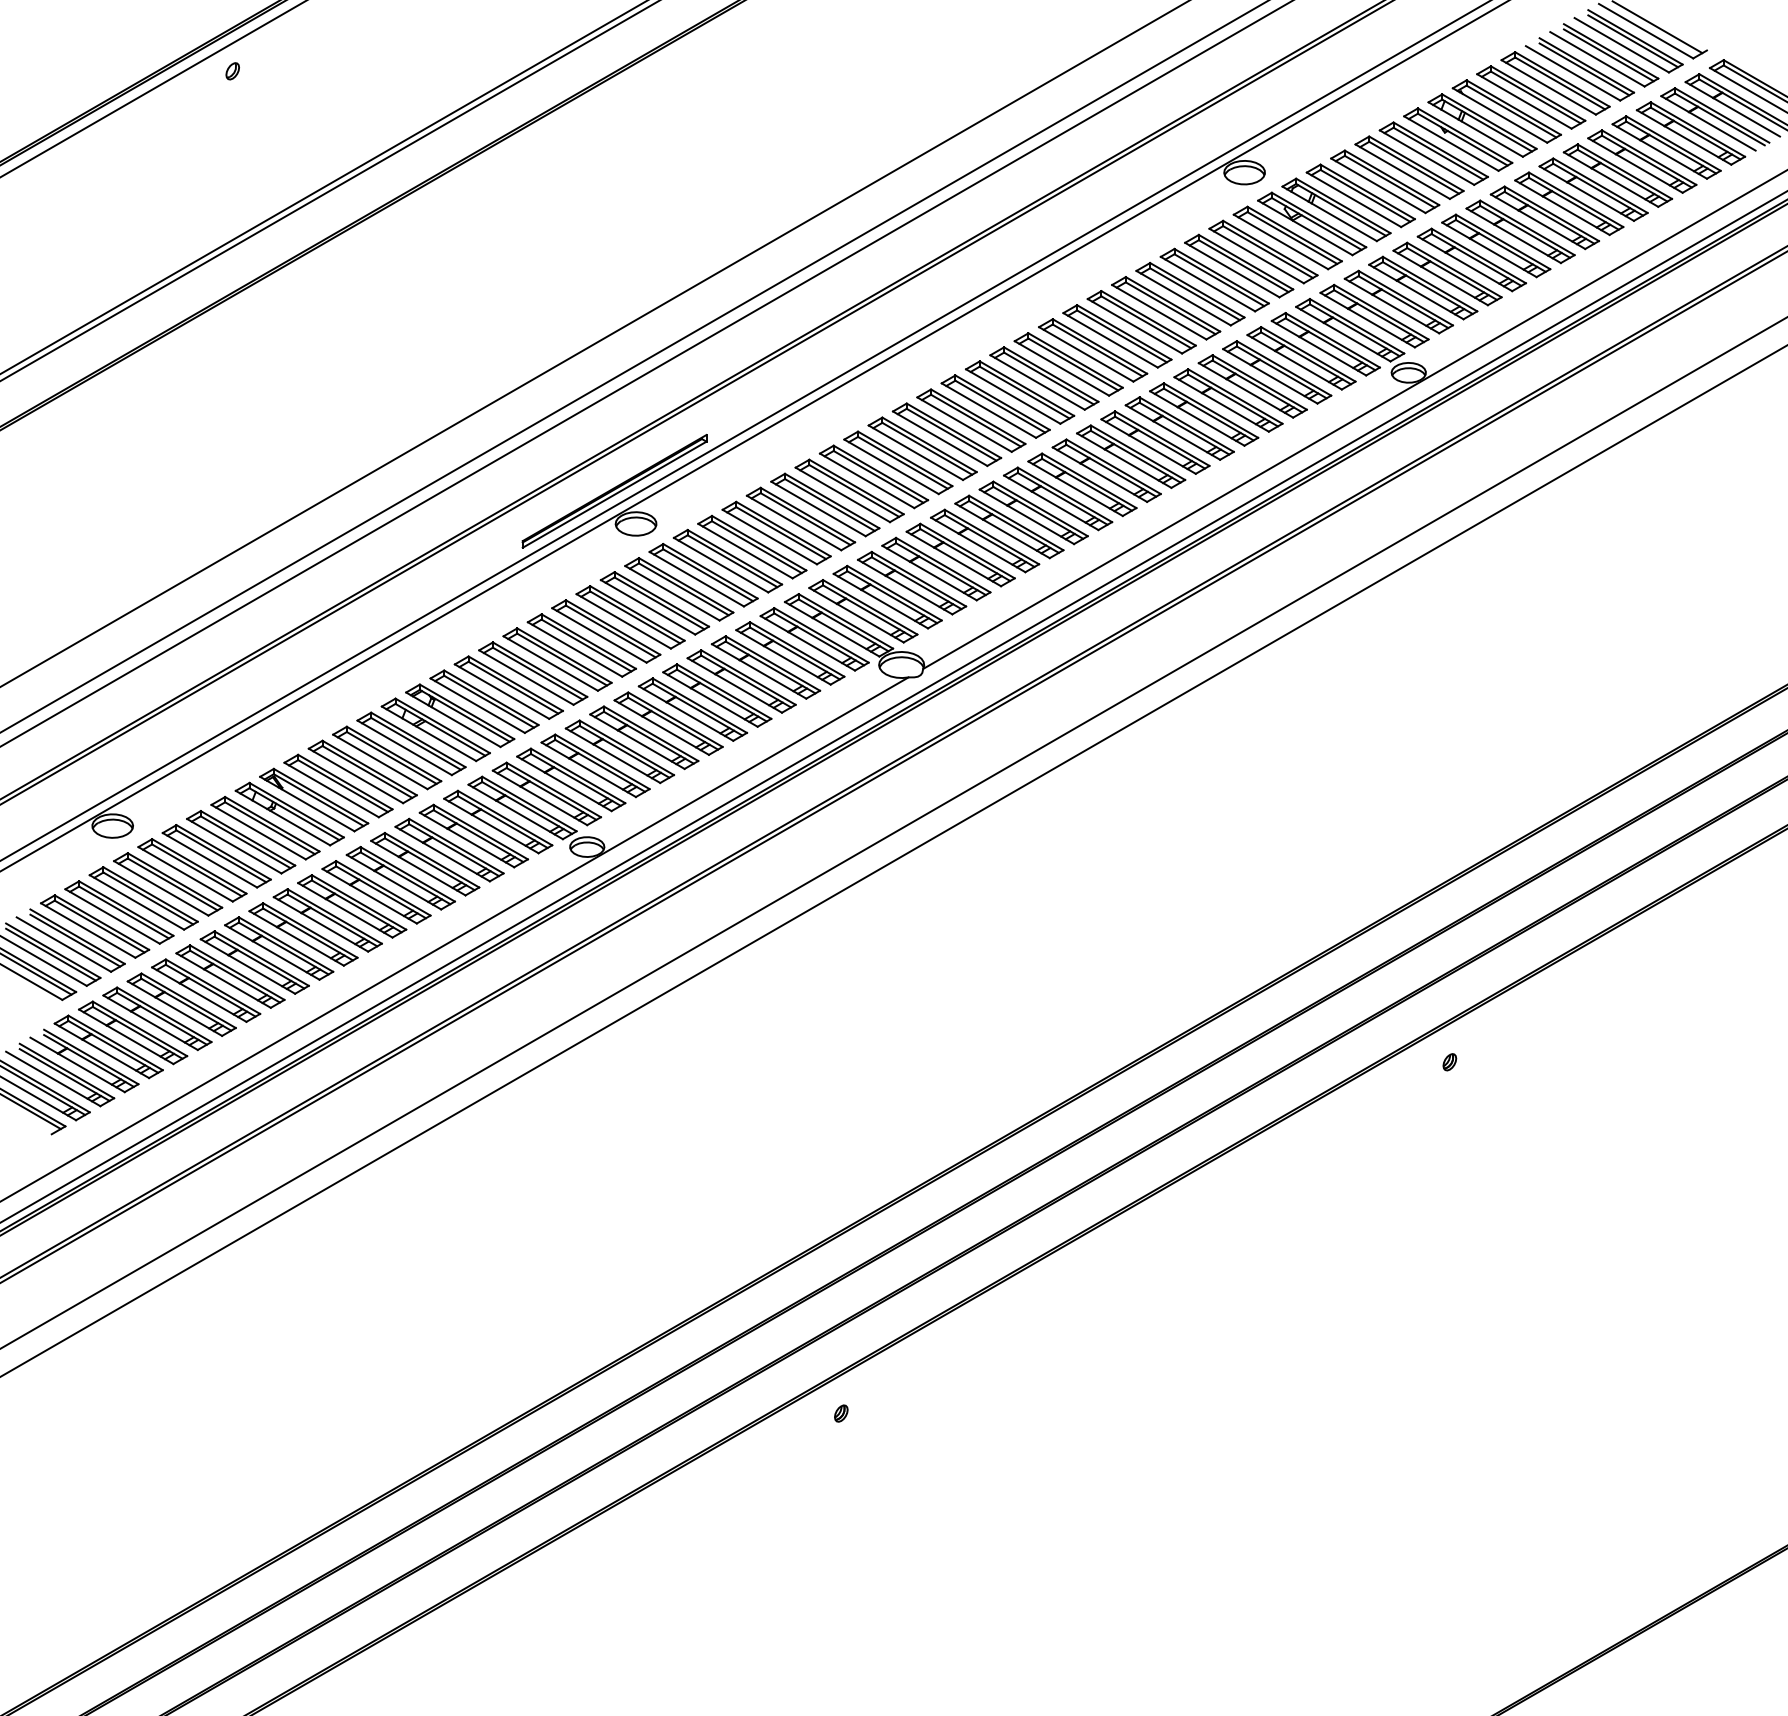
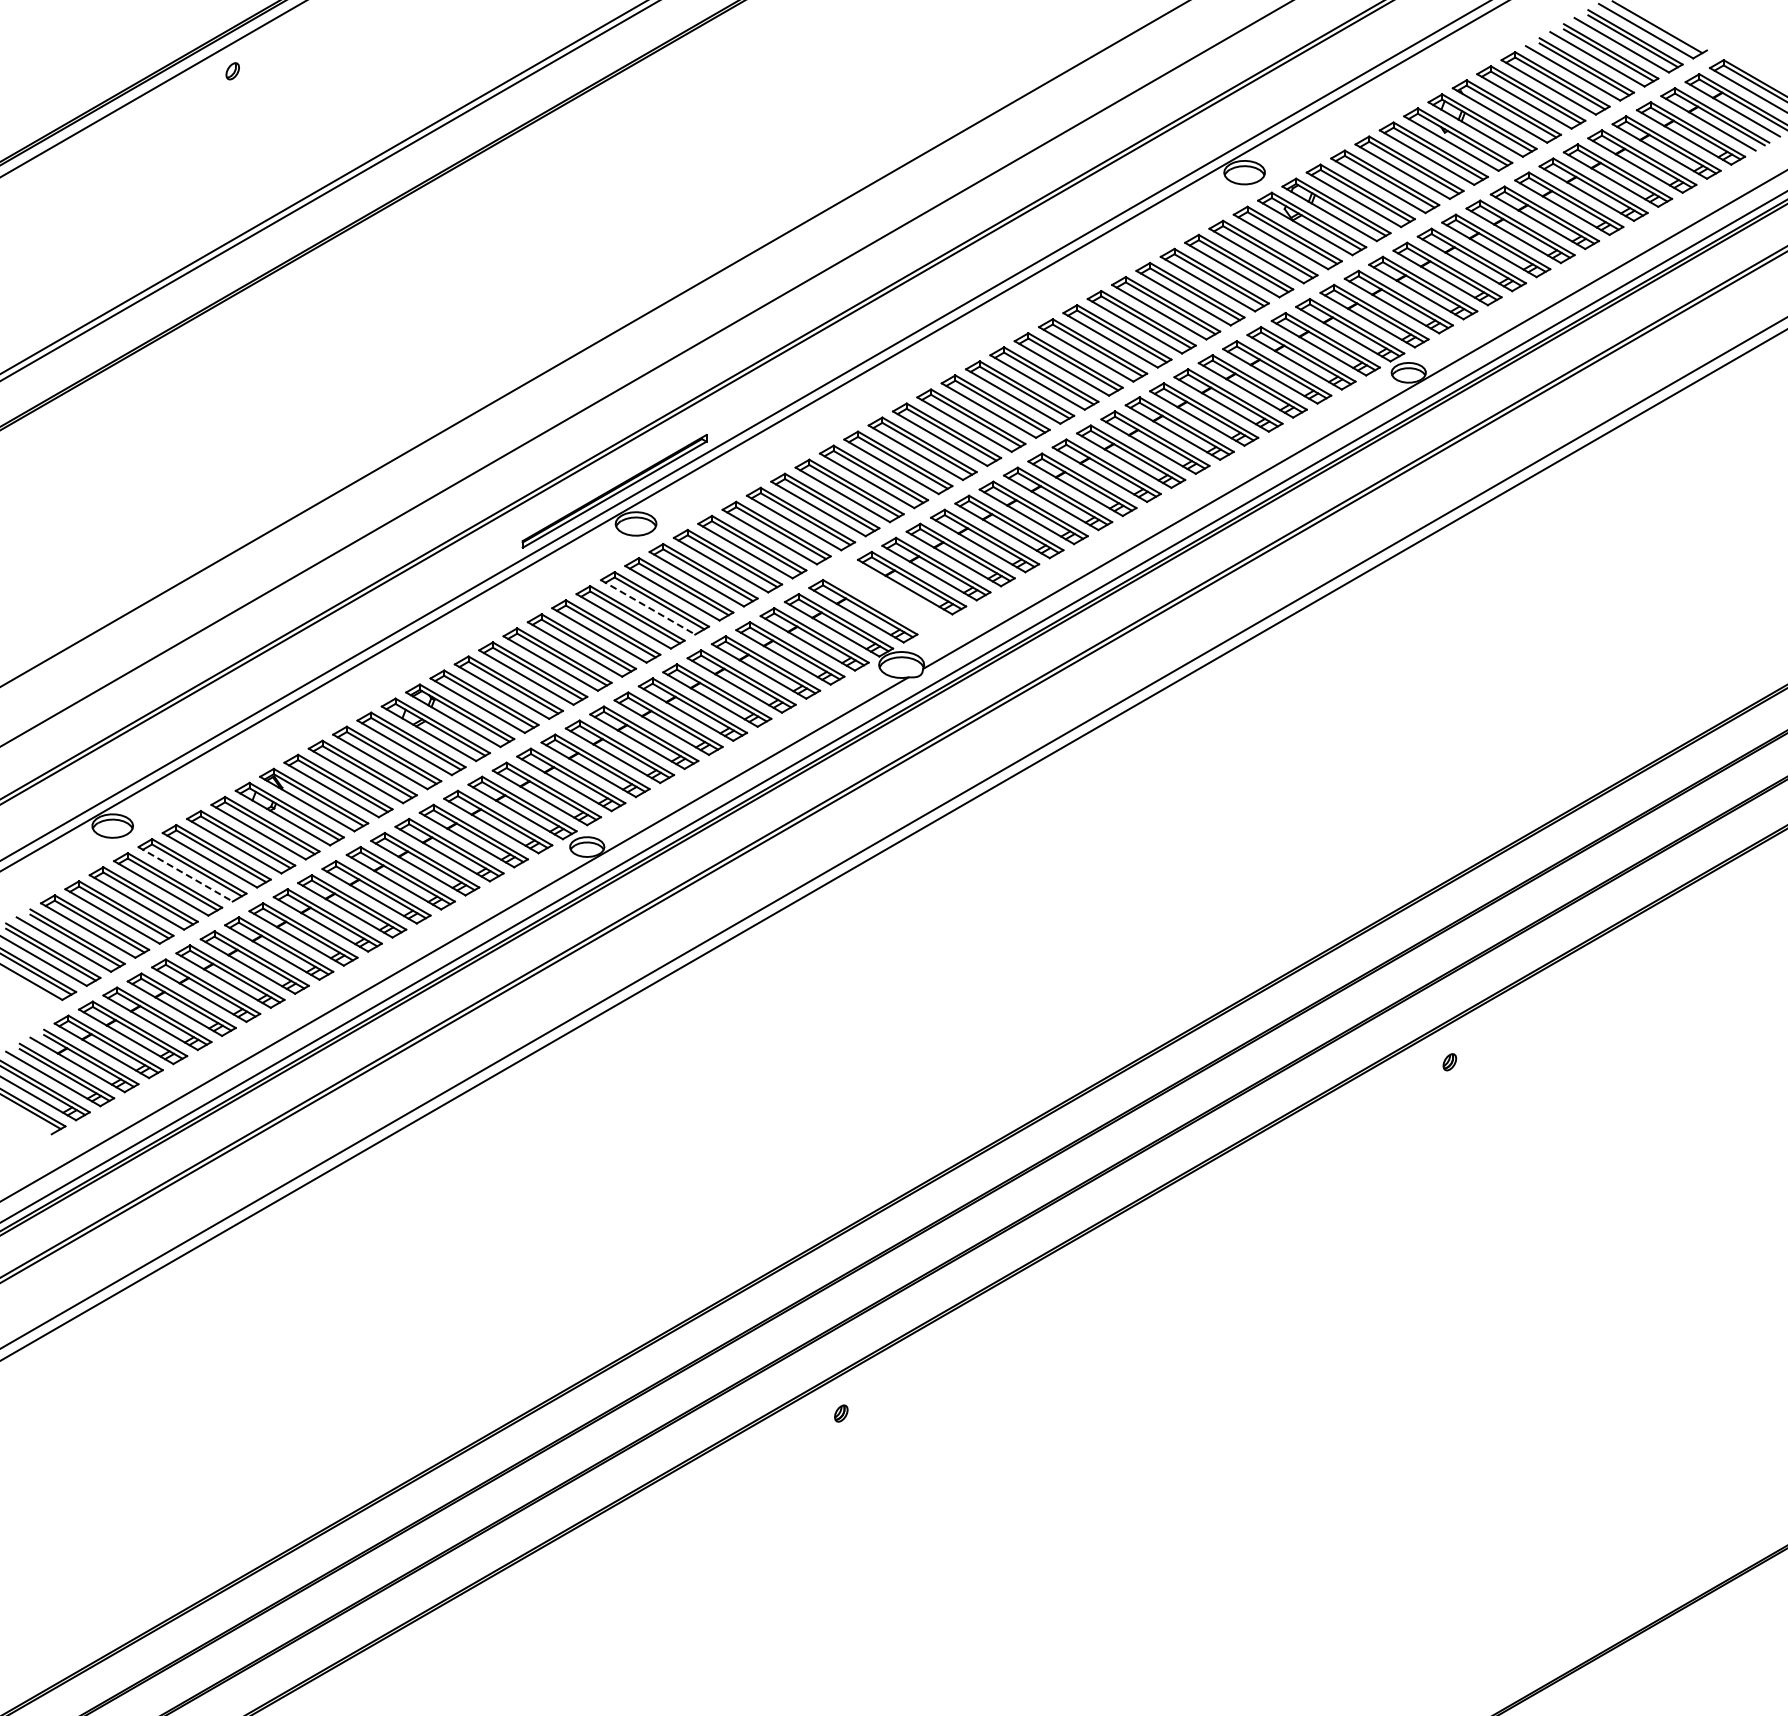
line at (633, 366): present -> none
part at (887, 596): present -> none
line at (648, 607): solid -> dashed
line at (893, 861) position: (893, 861) -> (893, 845)
line at (186, 874): solid -> dashed
